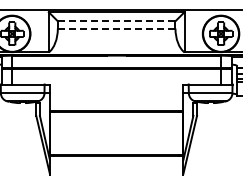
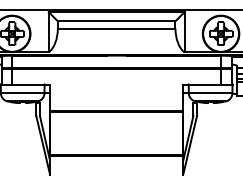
line at (116, 21): dashed -> solid
line at (116, 28): dashed -> solid
